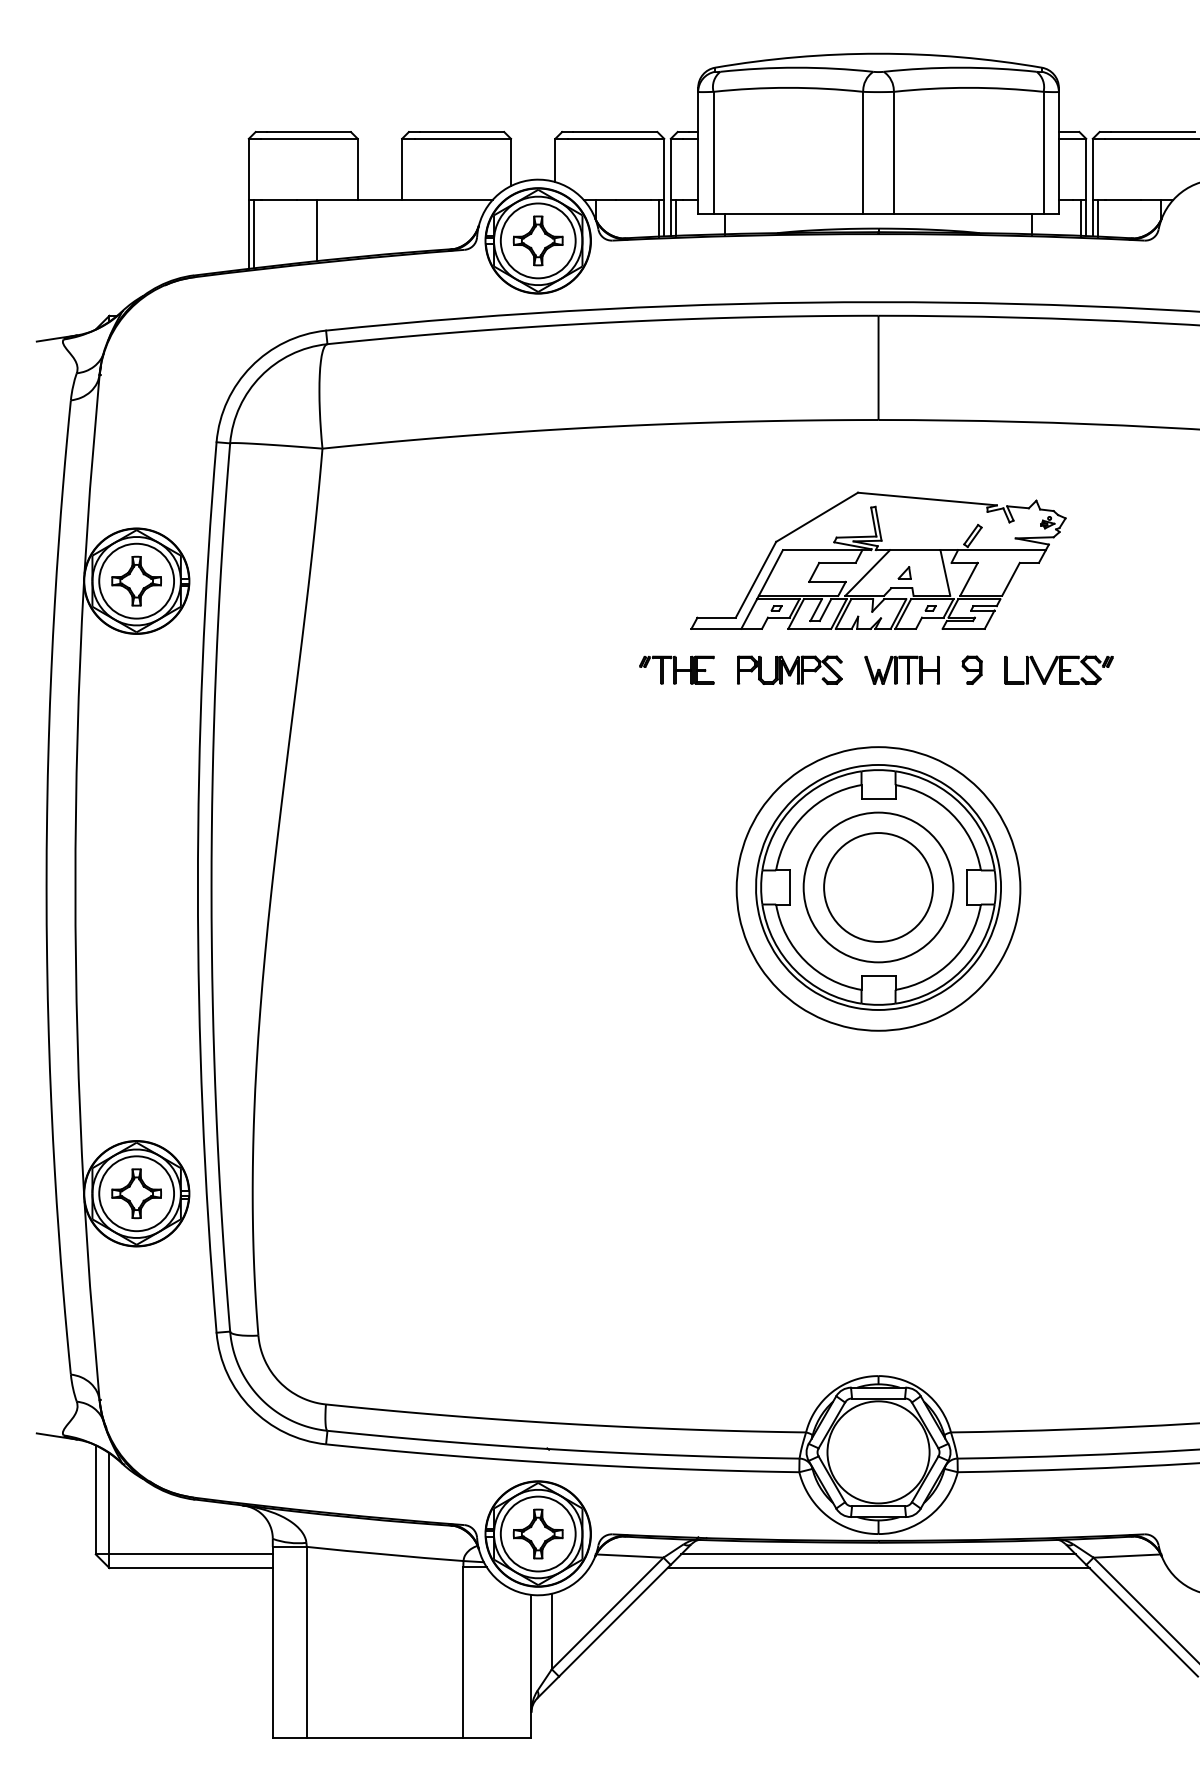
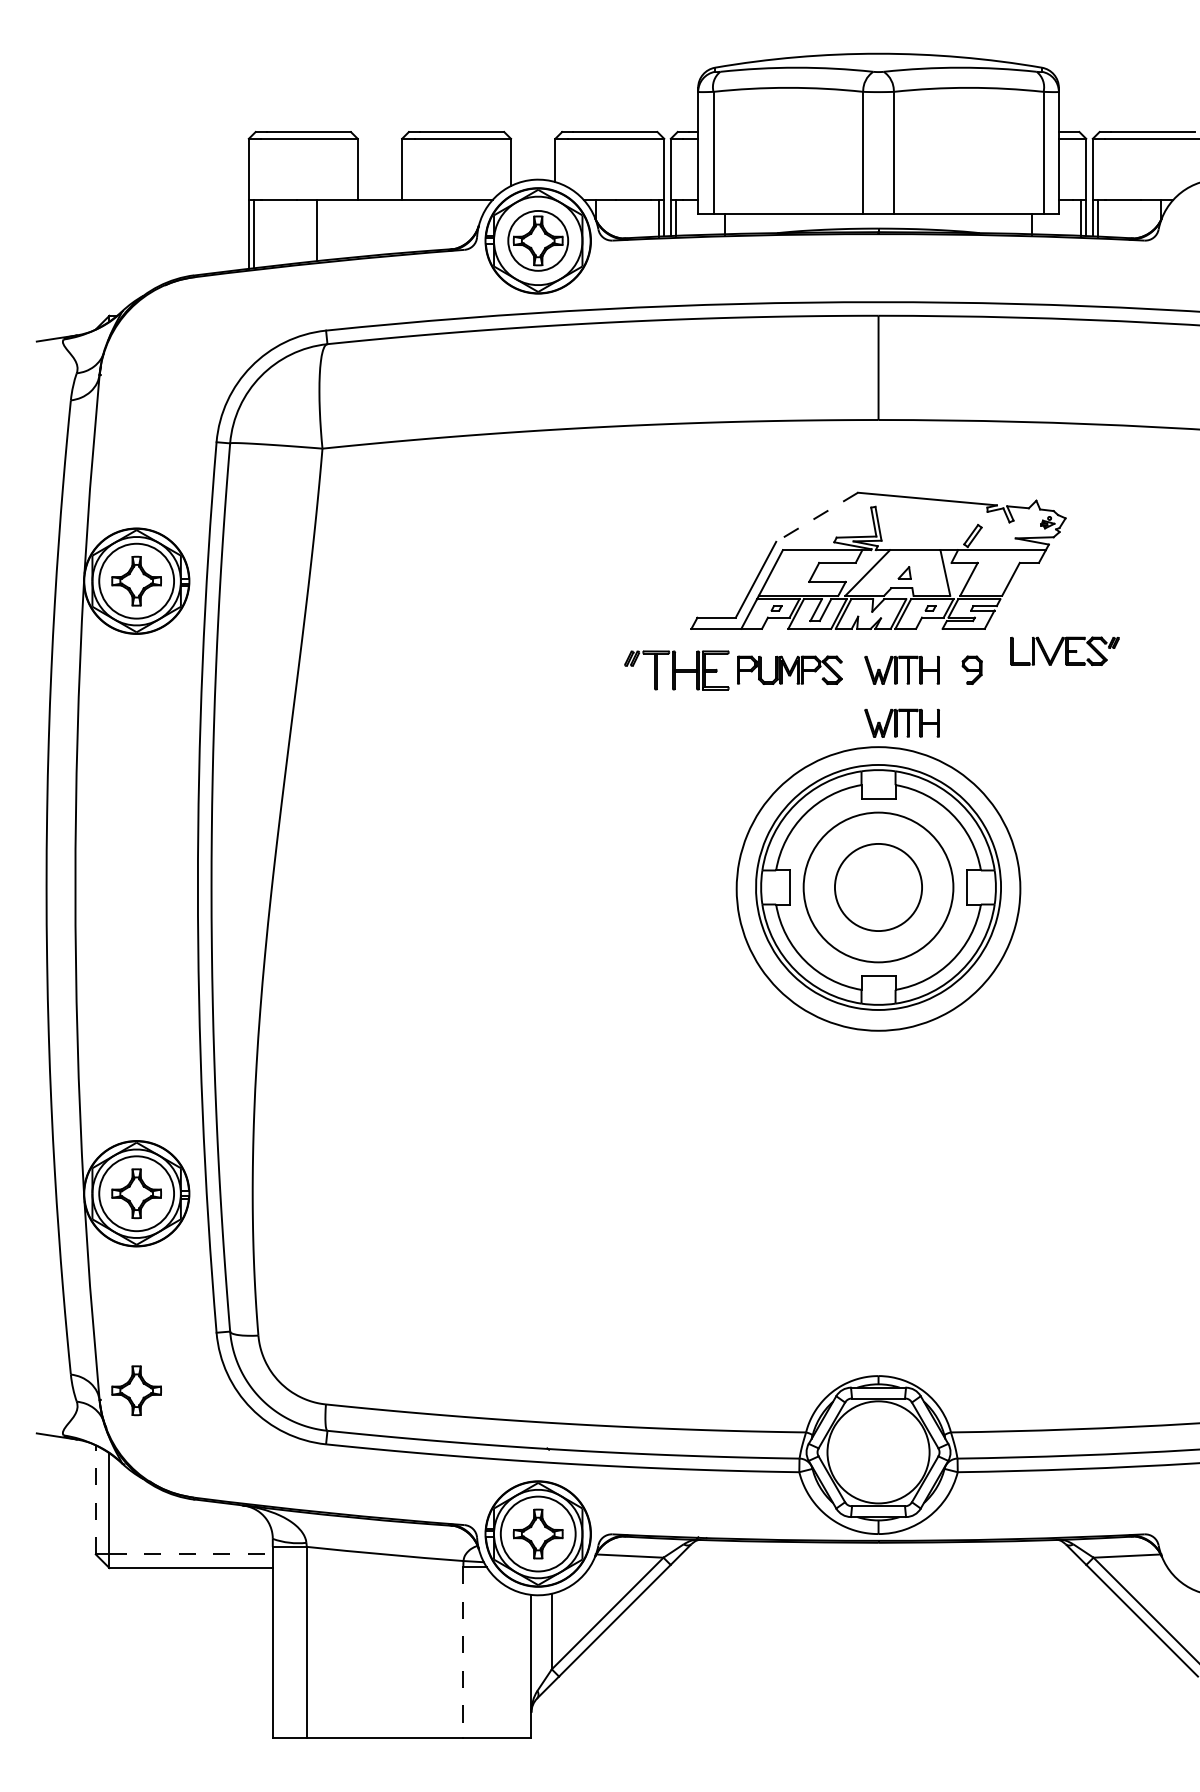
circle at (537, 240) diameter: 75 px -> 60 px
line at (817, 517): solid -> dashed
part at (676, 669) size: 76x30 px -> 106x41 px
part at (1058, 669) position: (1058, 669) -> (1064, 650)
part at (901, 722): none -> present
circle at (878, 887) diameter: 109 px -> 87 px
part at (136, 1390): none -> present
line at (95, 1499): solid -> dashed
line at (191, 1554): solid -> dashed
line at (878, 1554): present -> none
line at (878, 1568): present -> none
line at (463, 1652): solid -> dashed
